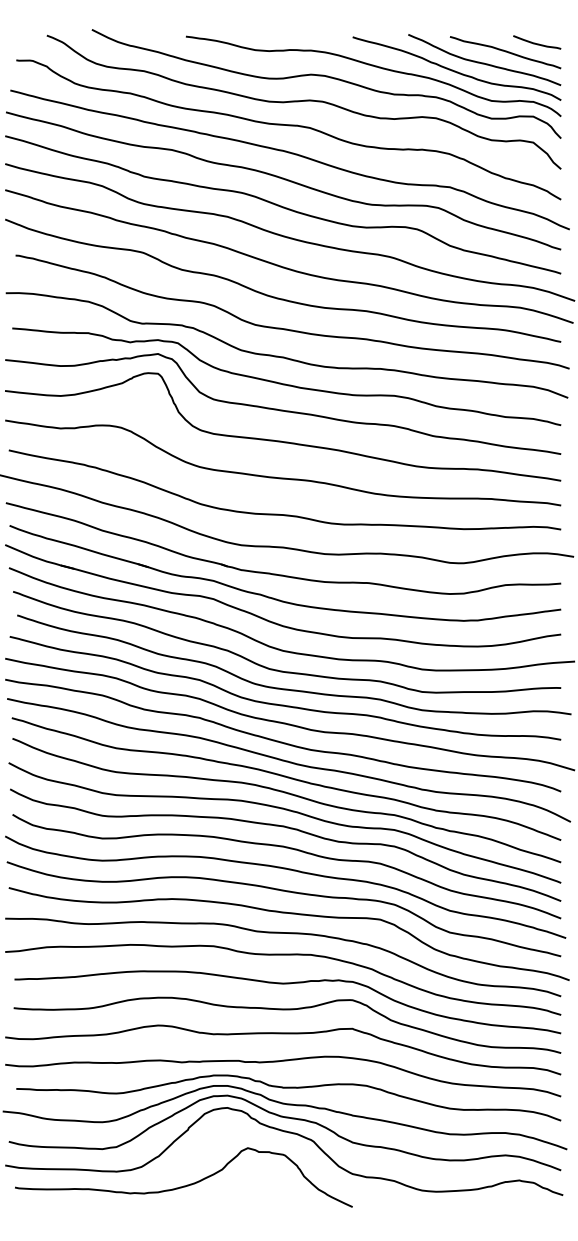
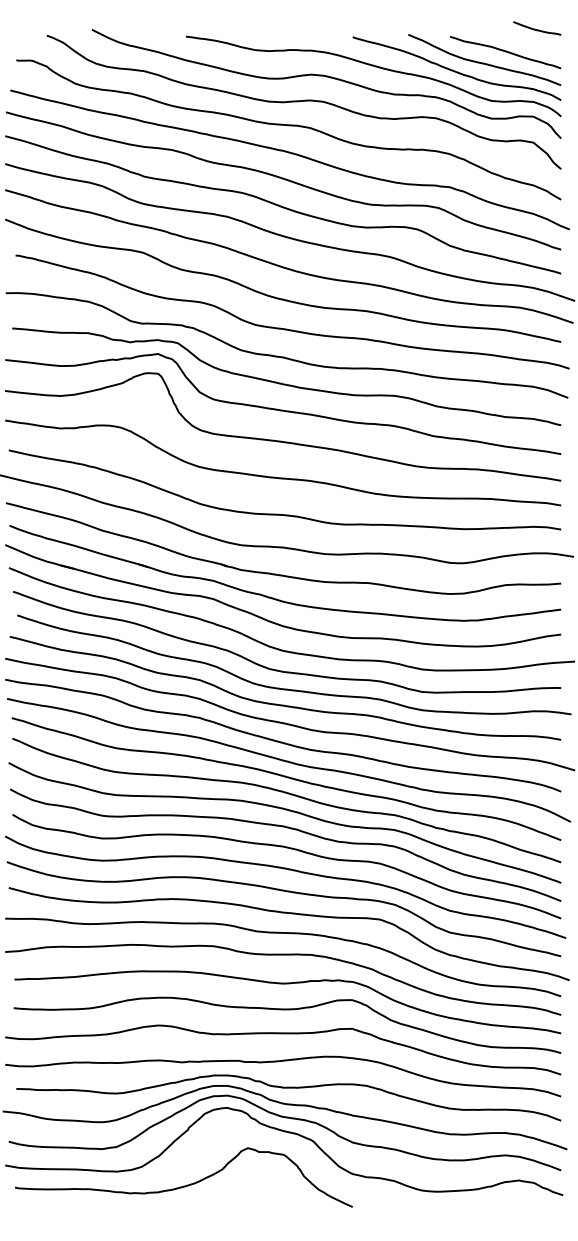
curve at (537, 43) position: (537, 43) -> (537, 29)
